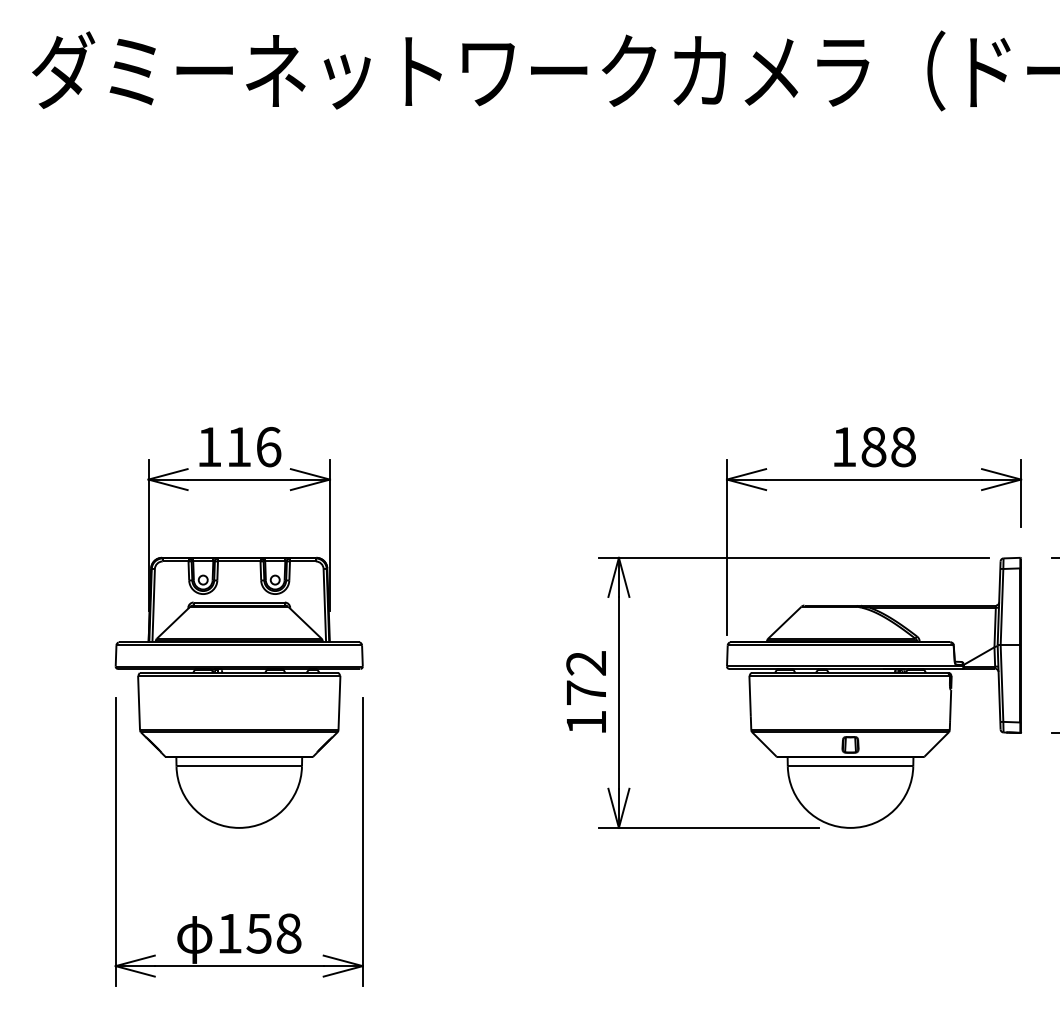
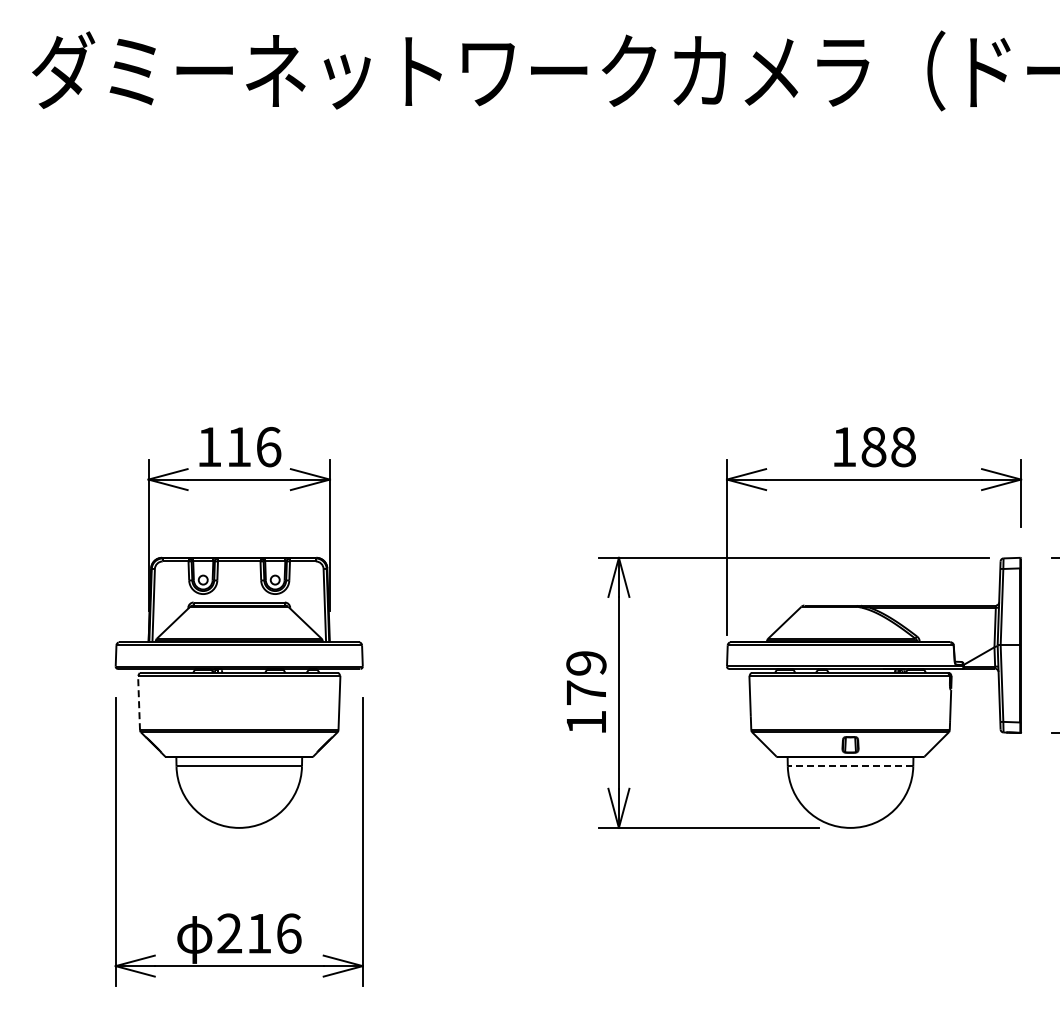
text at (586, 663): 172 -> 179
line at (139, 702): solid -> dashed
line at (850, 766): solid -> dashed
text at (259, 933): 158 -> 216
